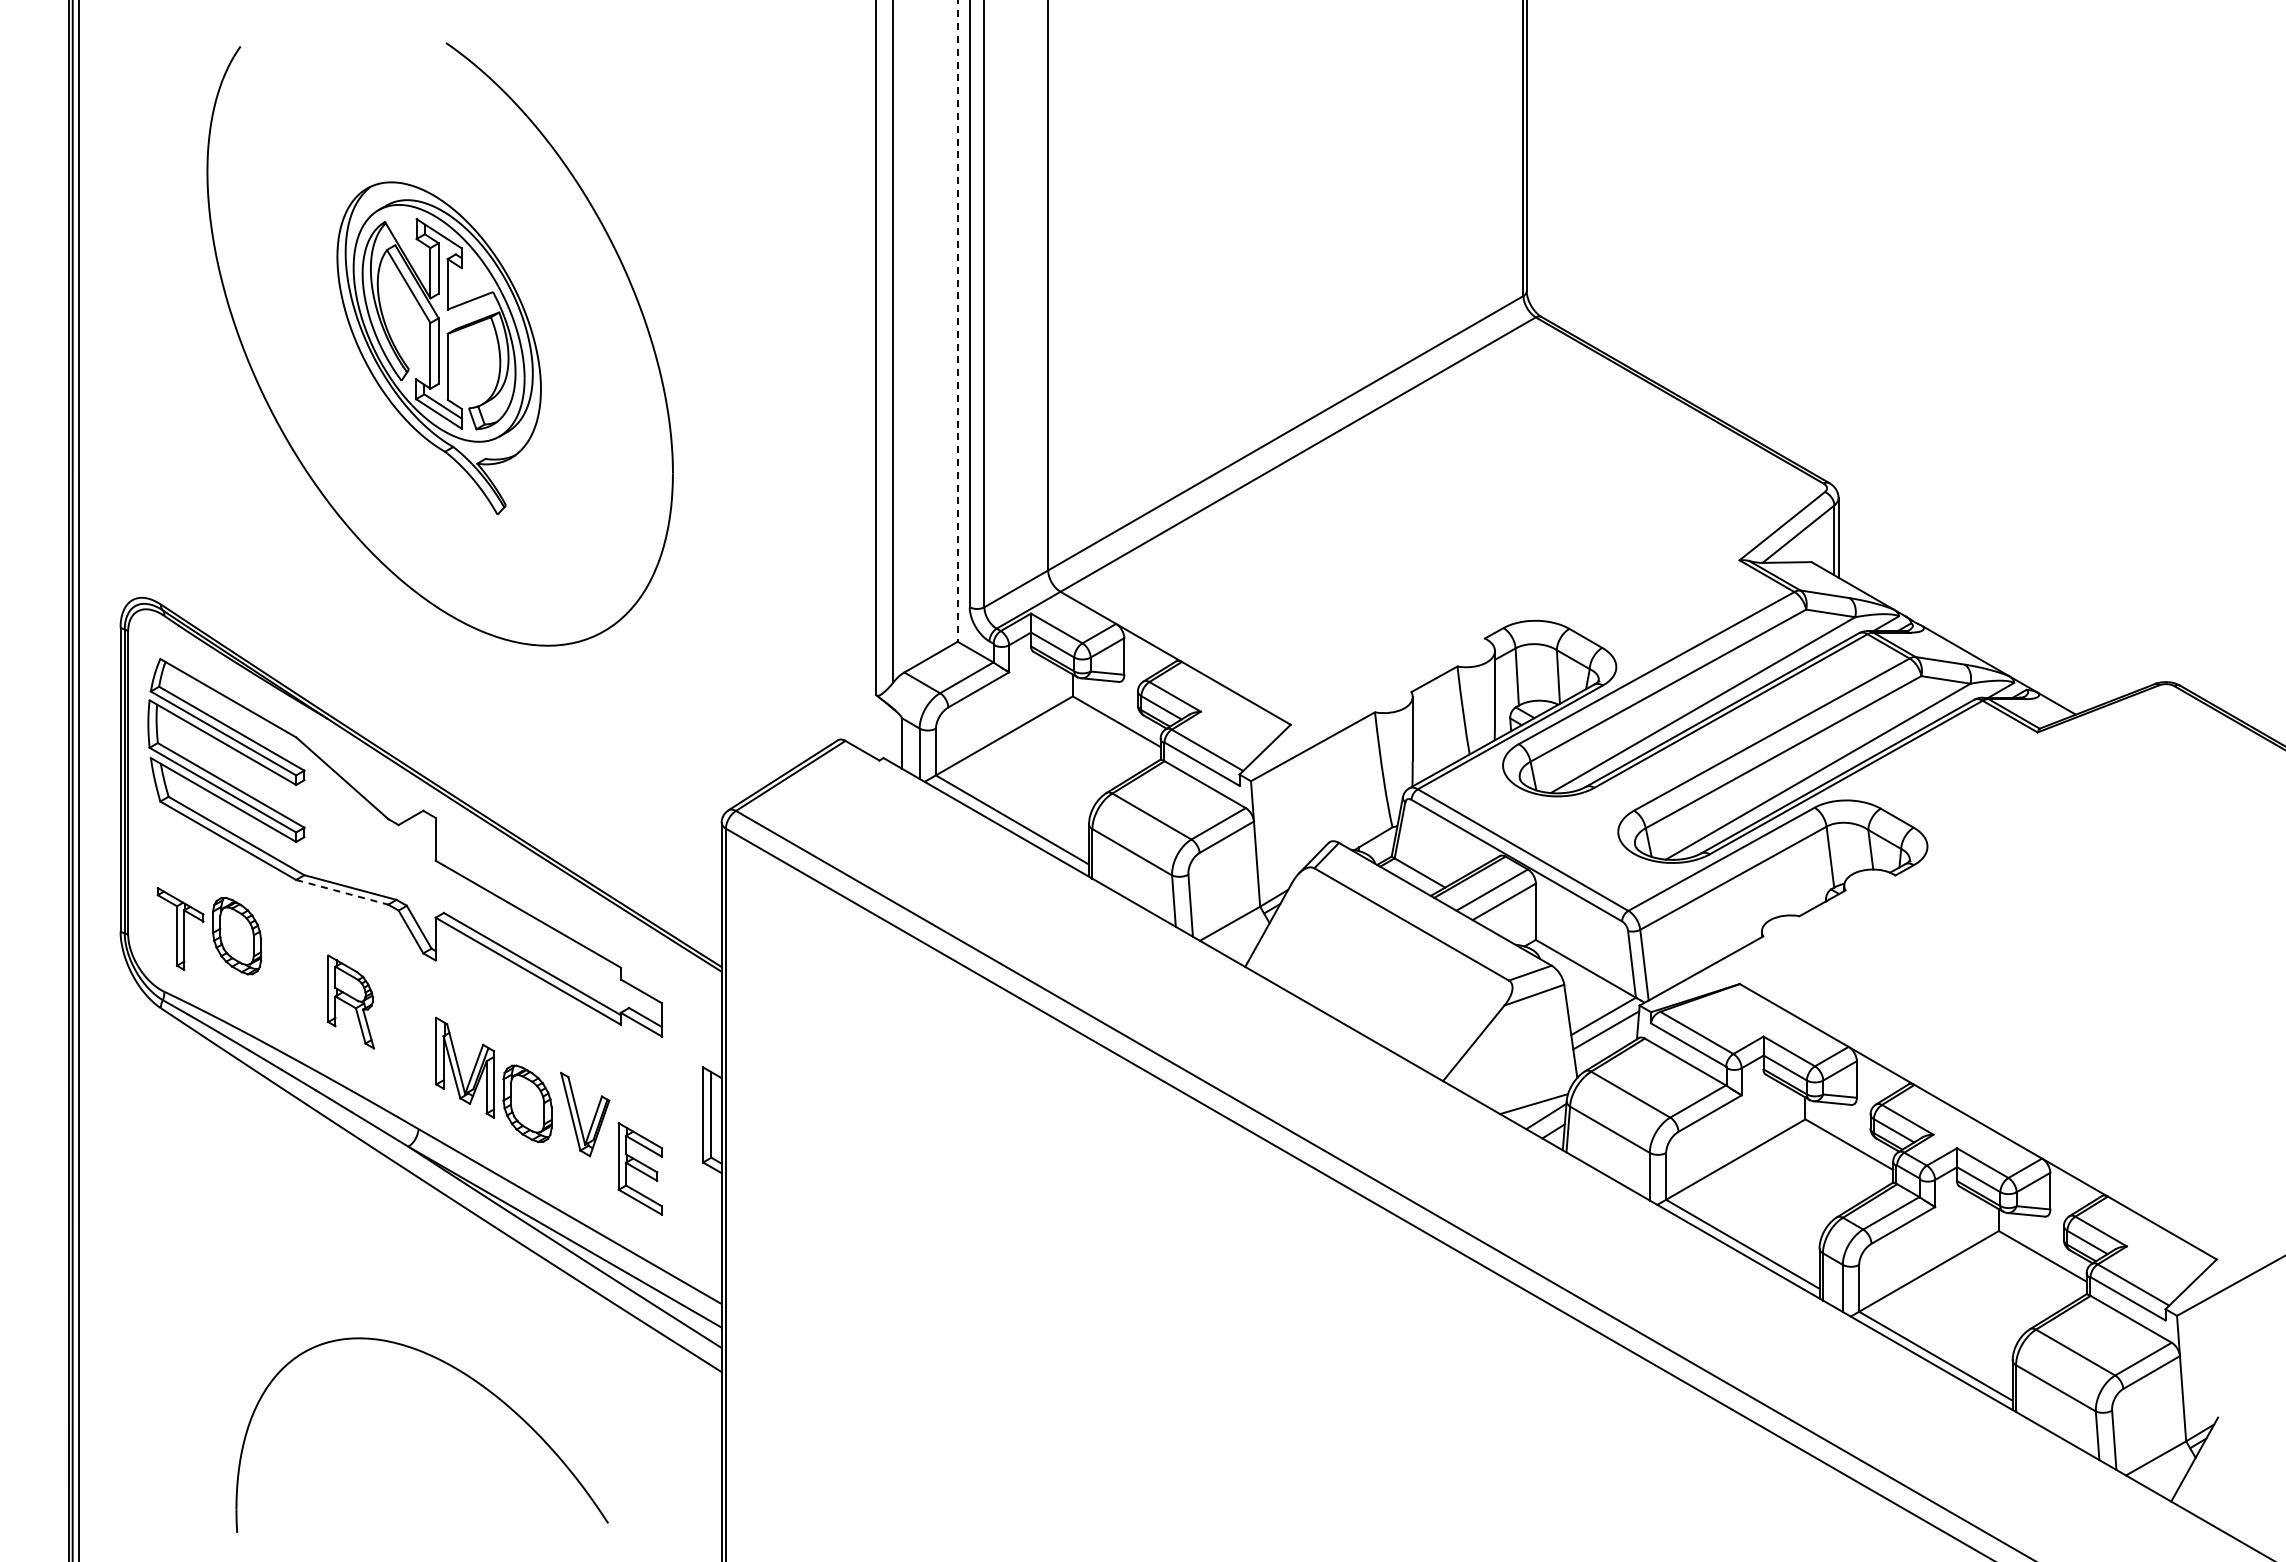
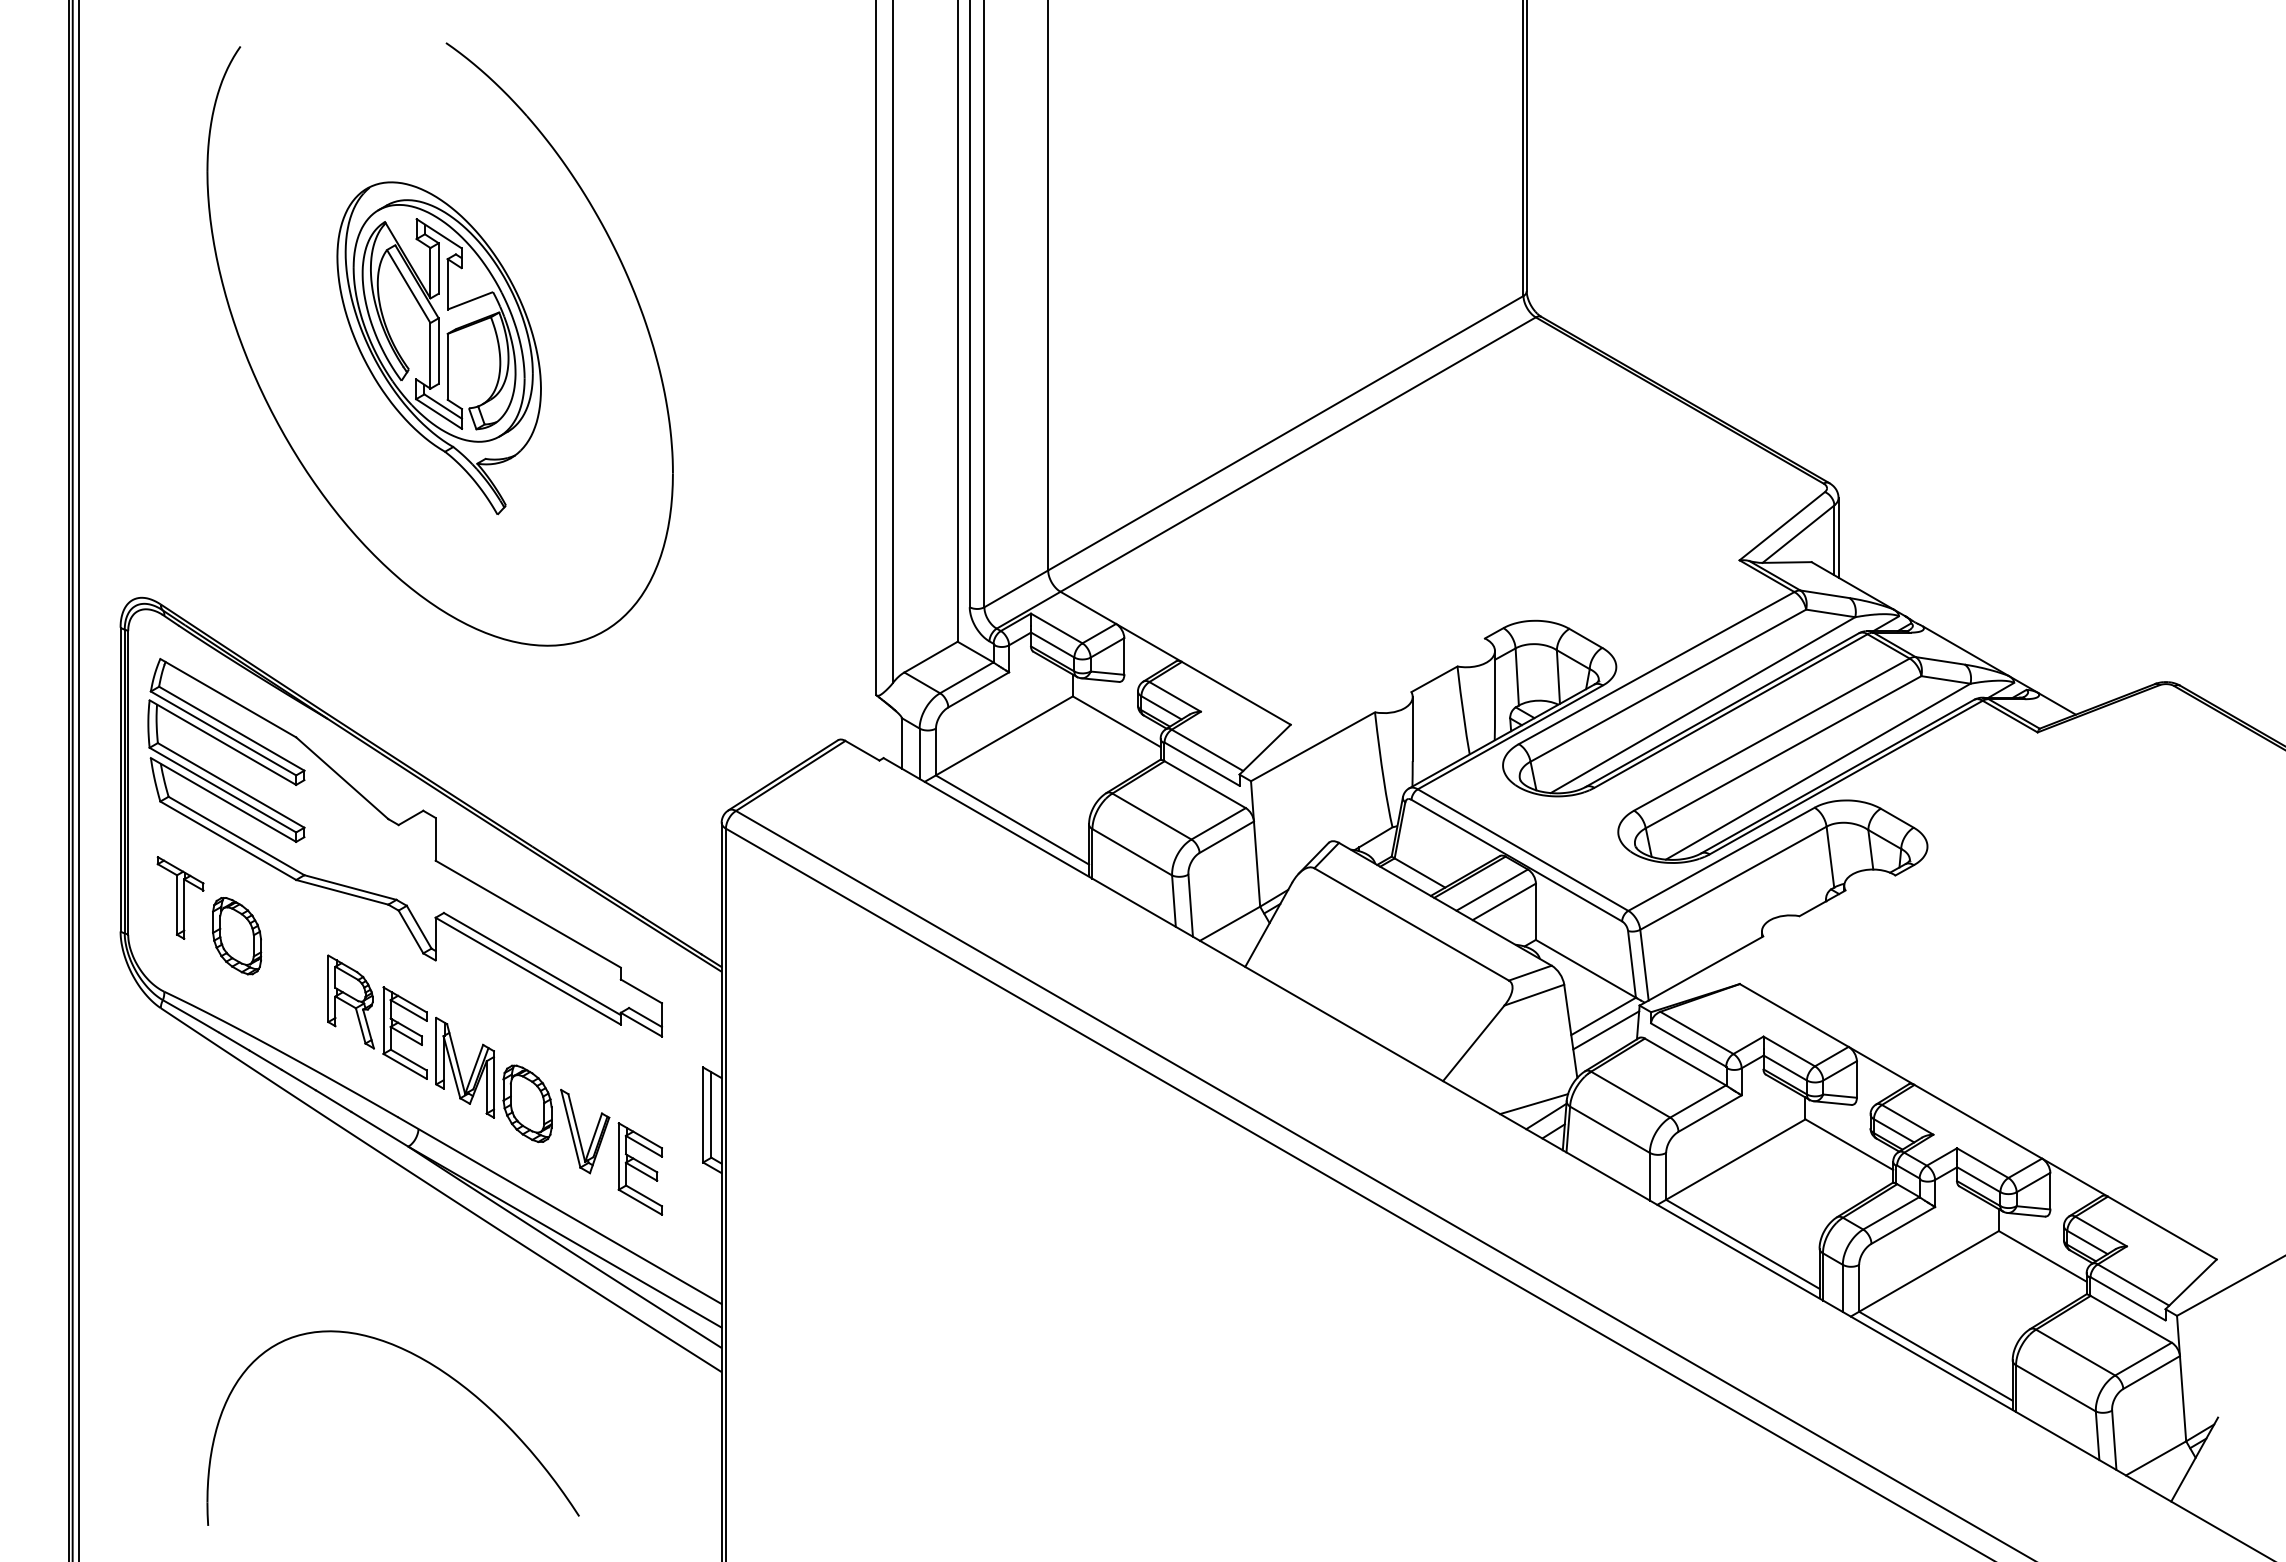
line at (957, 320): dashed -> solid
line at (342, 892): dashed -> solid
part at (180, 928) position: (180, 928) -> (180, 897)
part at (404, 1032): none -> present
part at (579, 1116) position: (579, 1116) -> (579, 1133)
part at (458, 1371) position: (458, 1371) -> (429, 1364)
